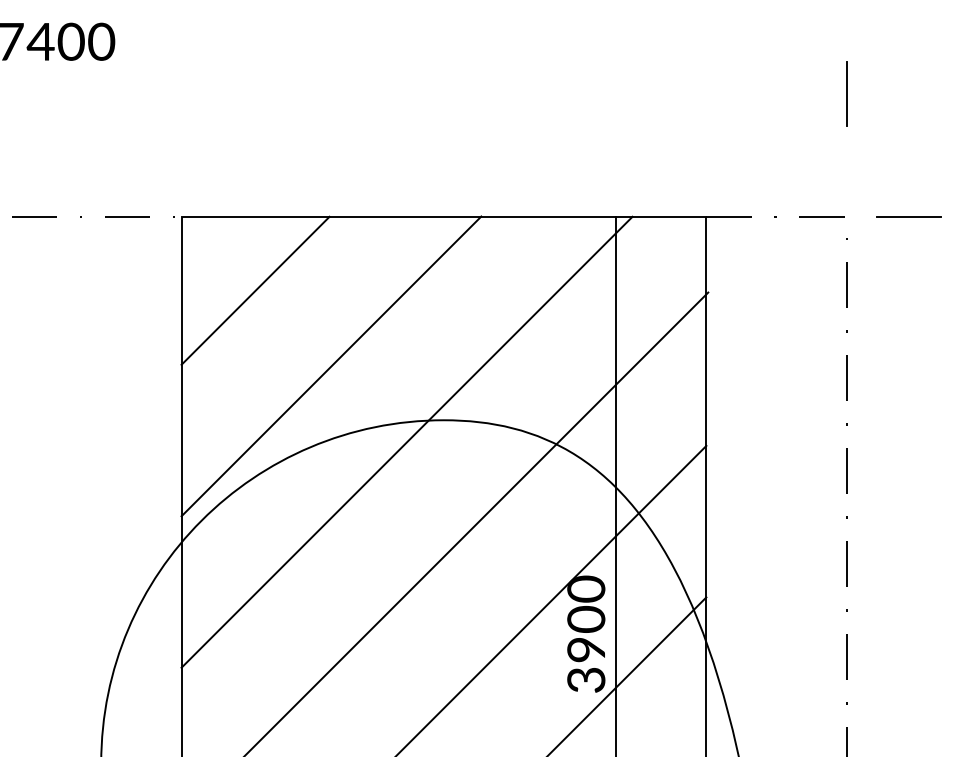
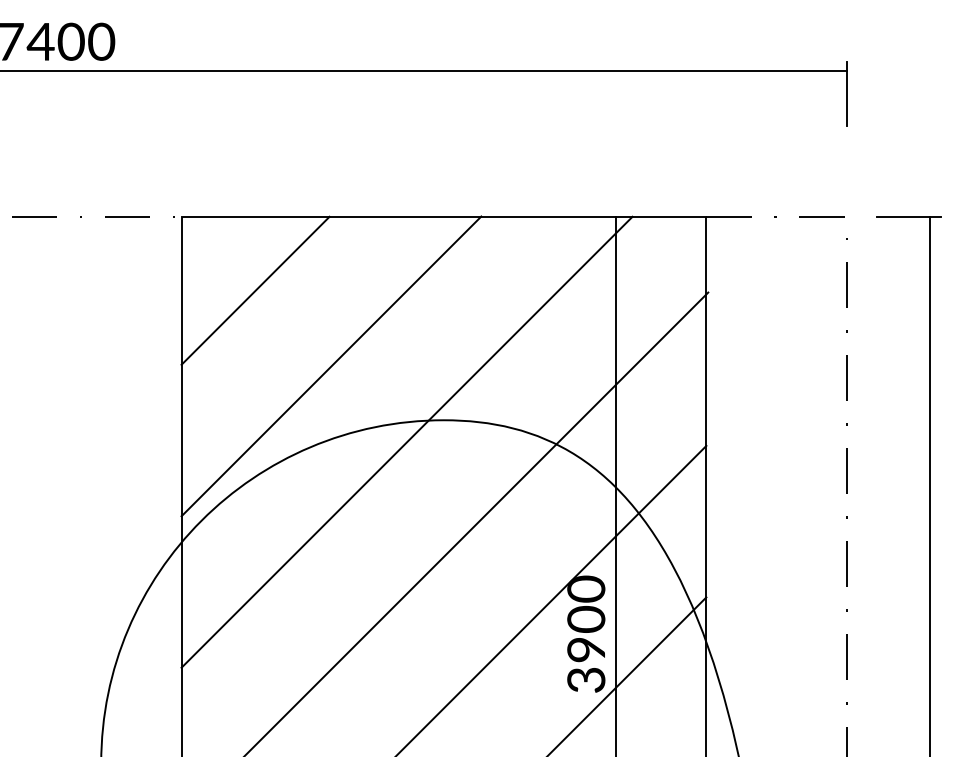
line at (424, 71): none -> present
line at (930, 484): none -> present
